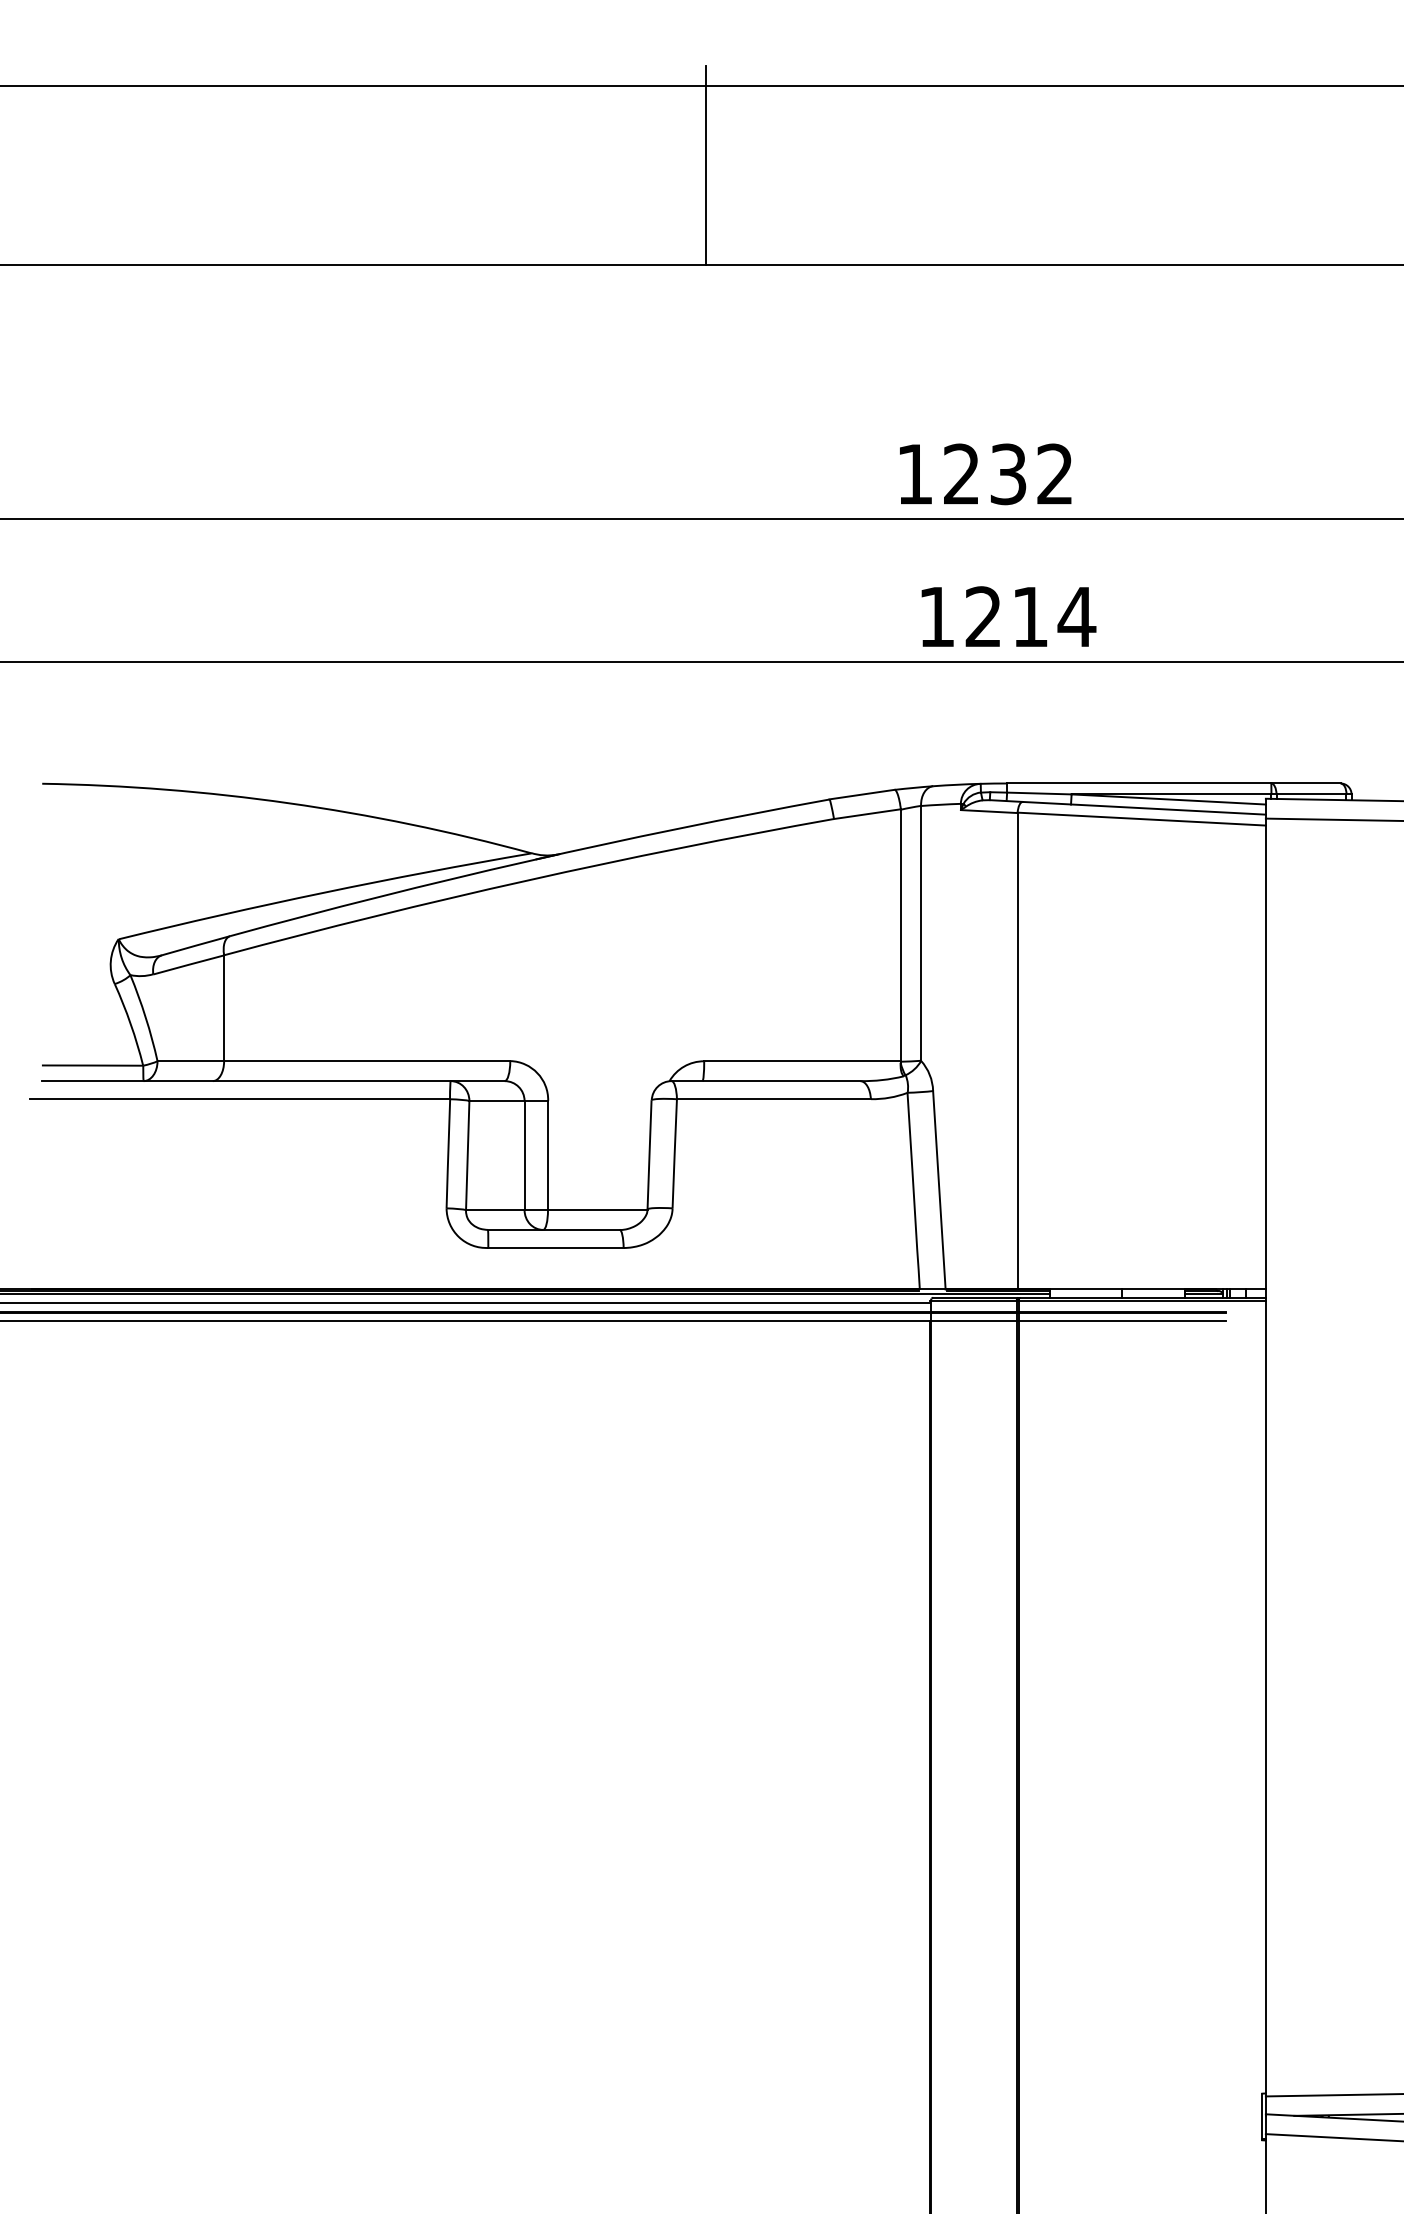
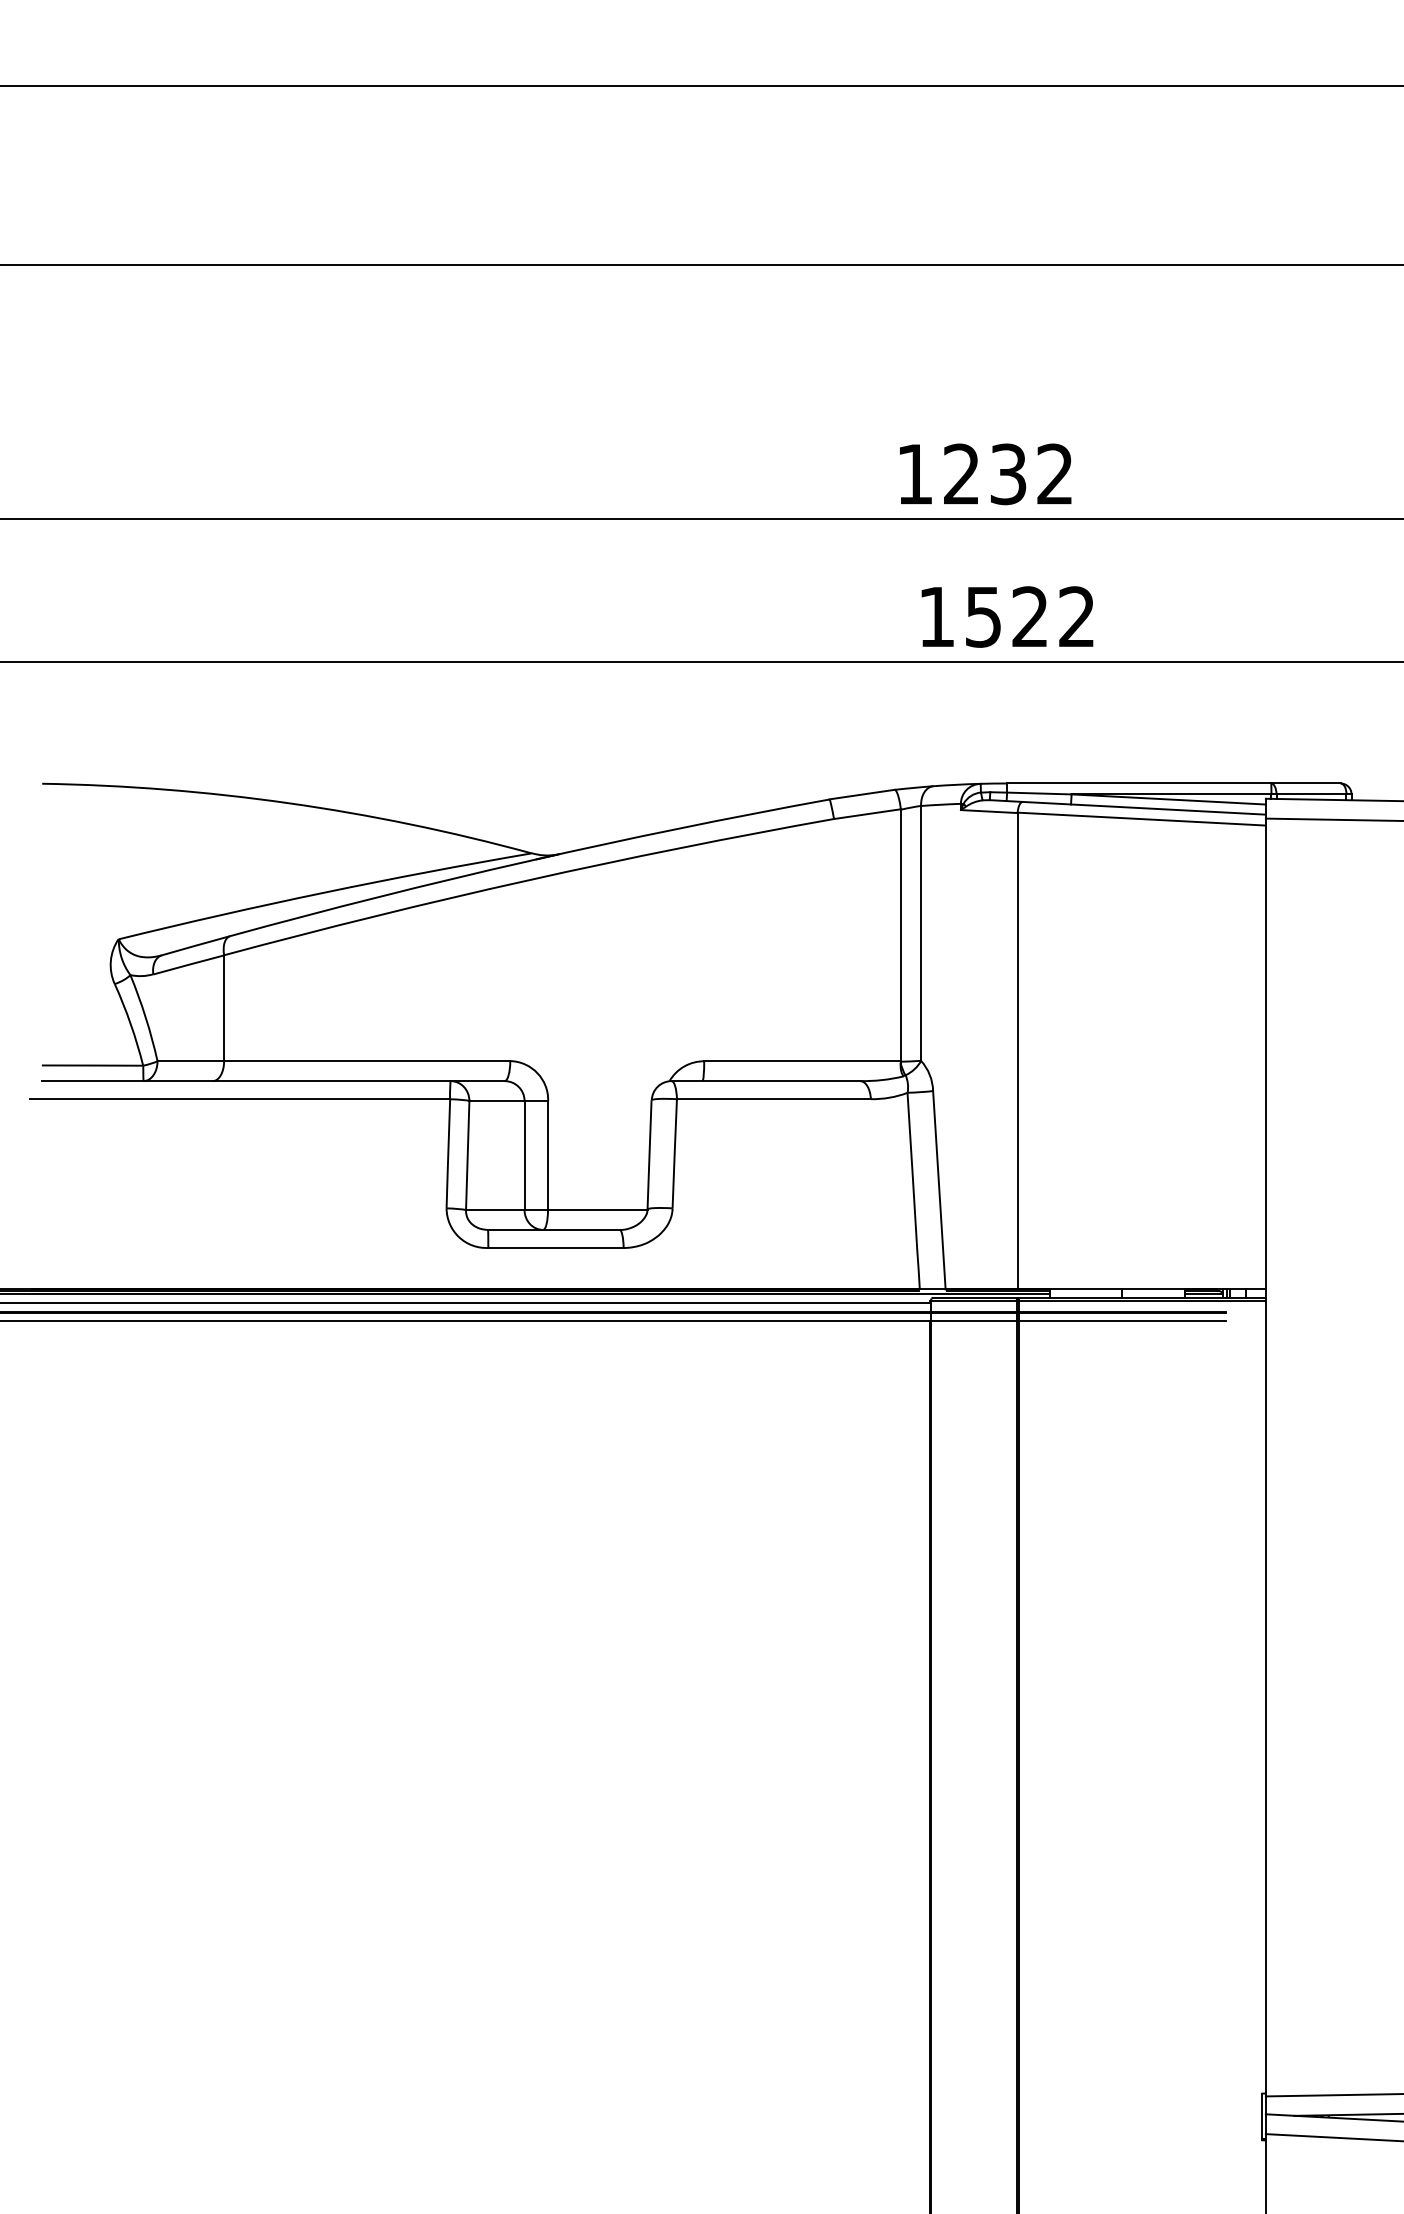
line at (706, 165): present -> none
text at (1030, 616): 1214 -> 1522
